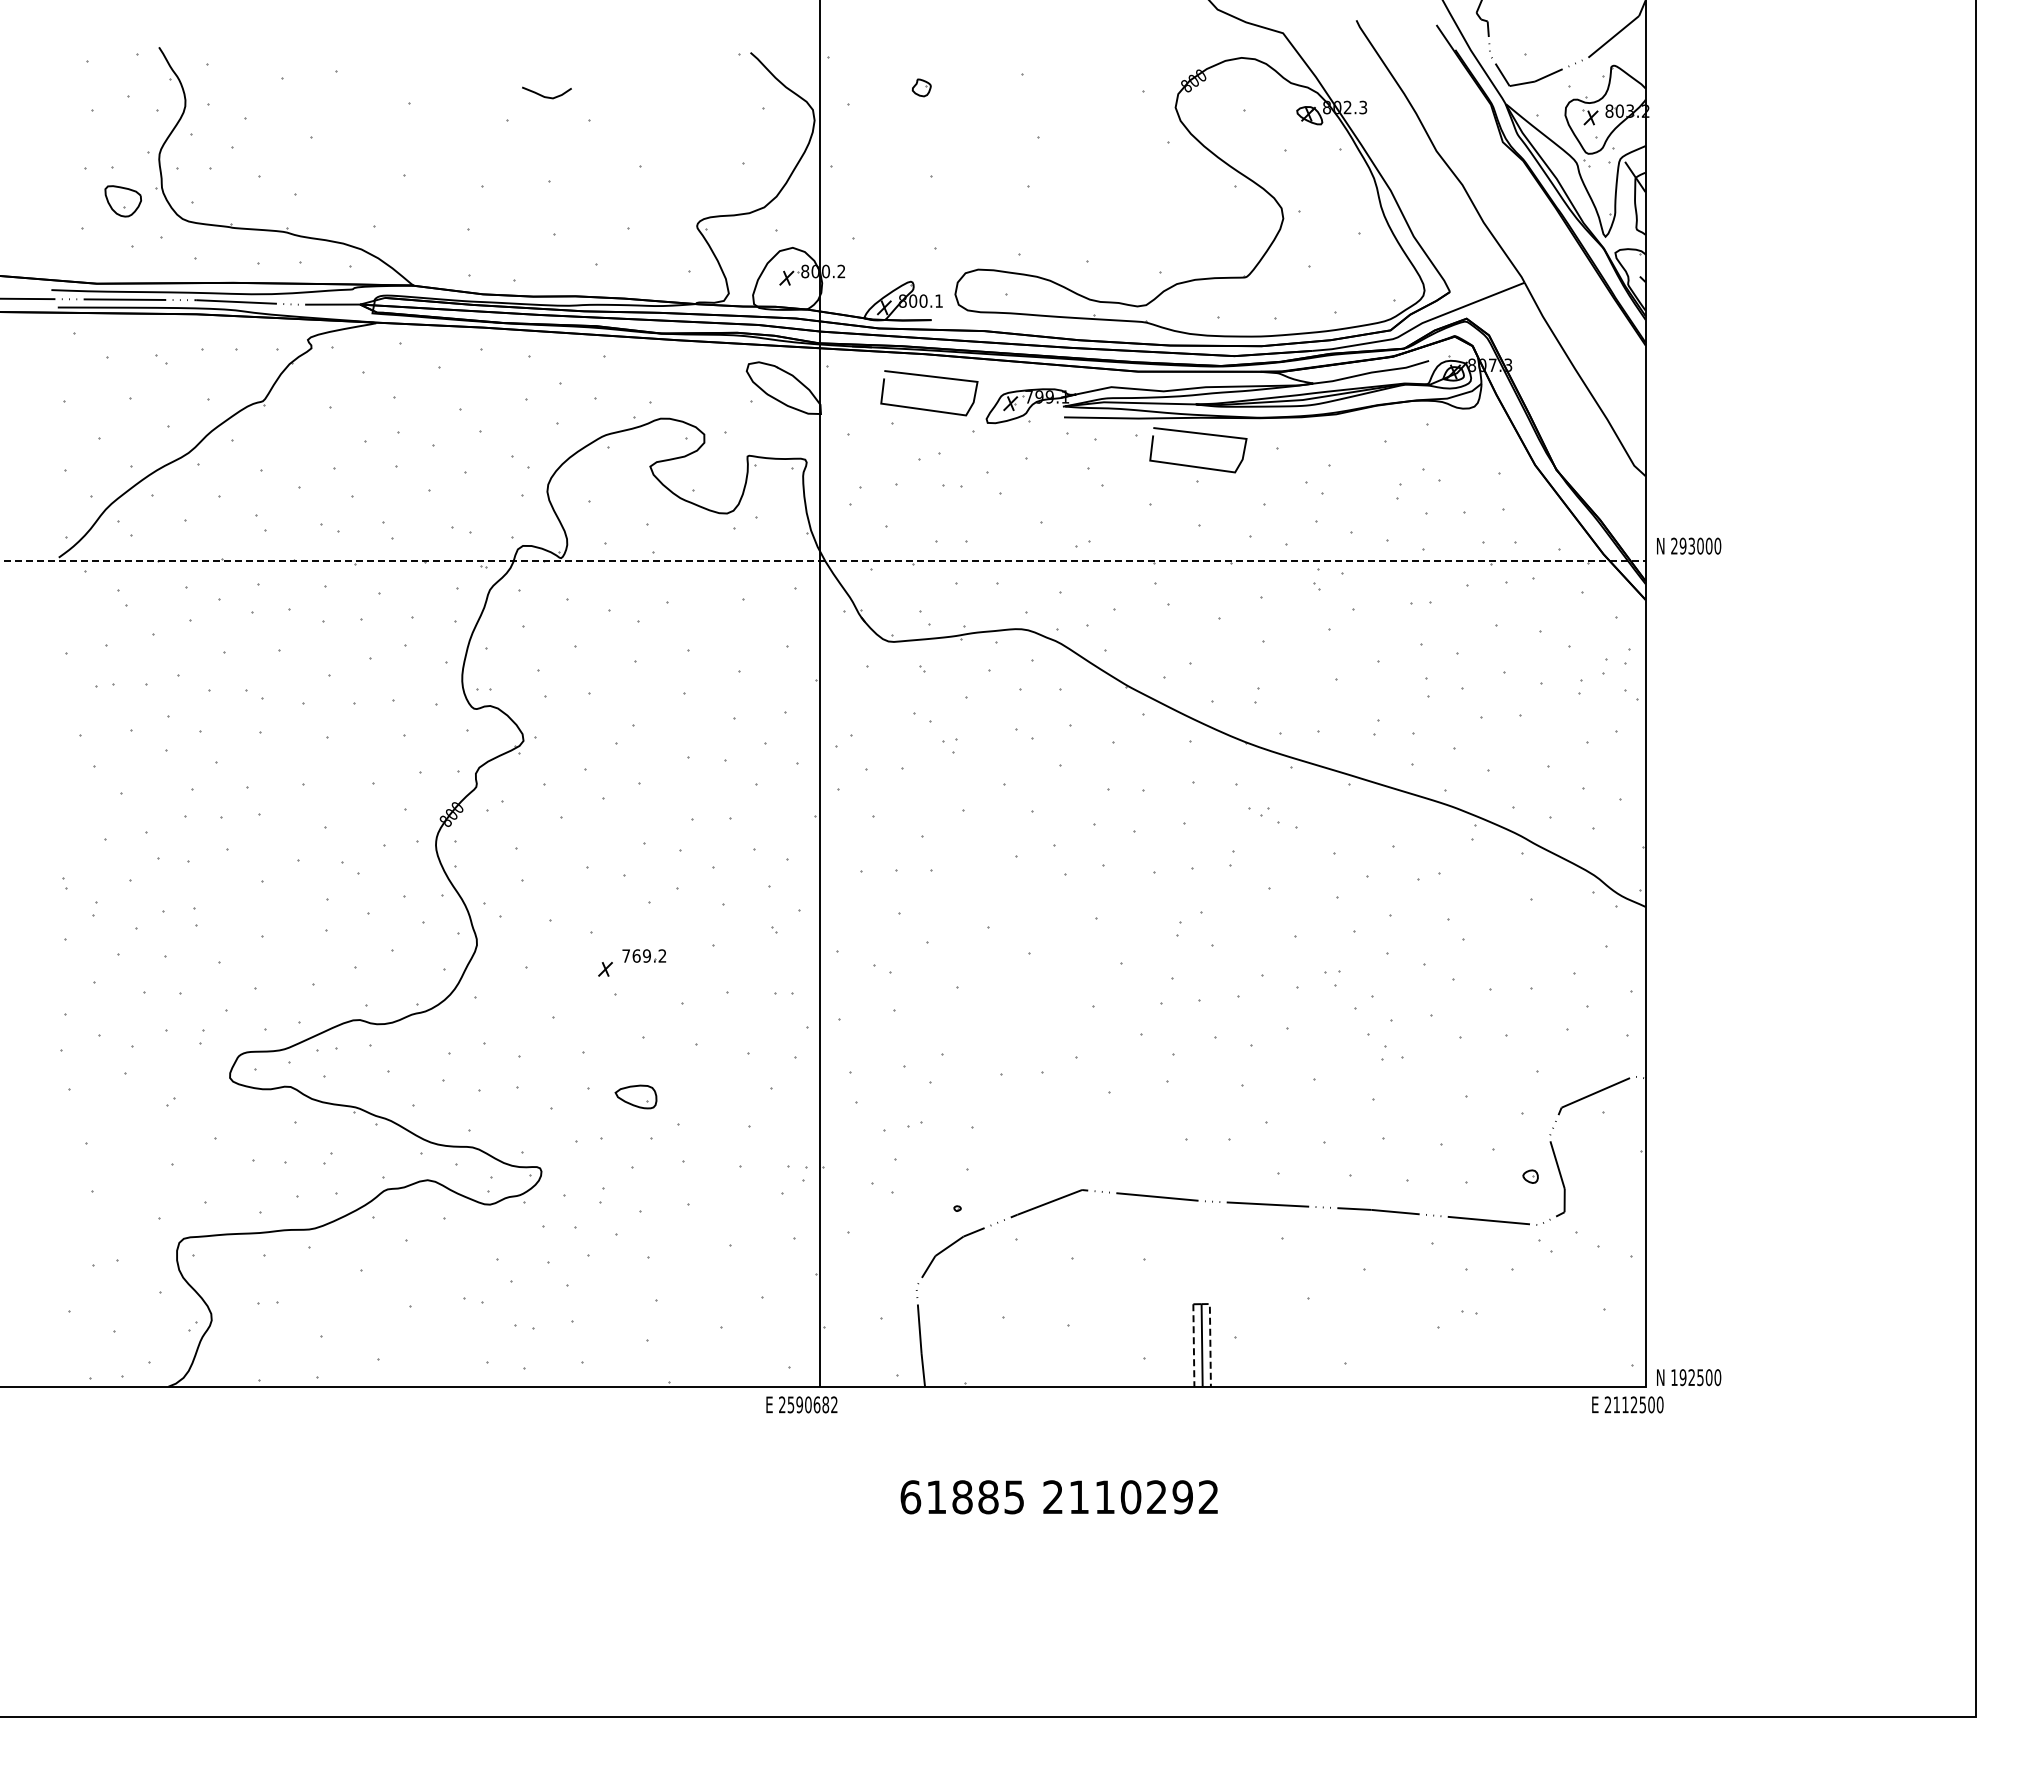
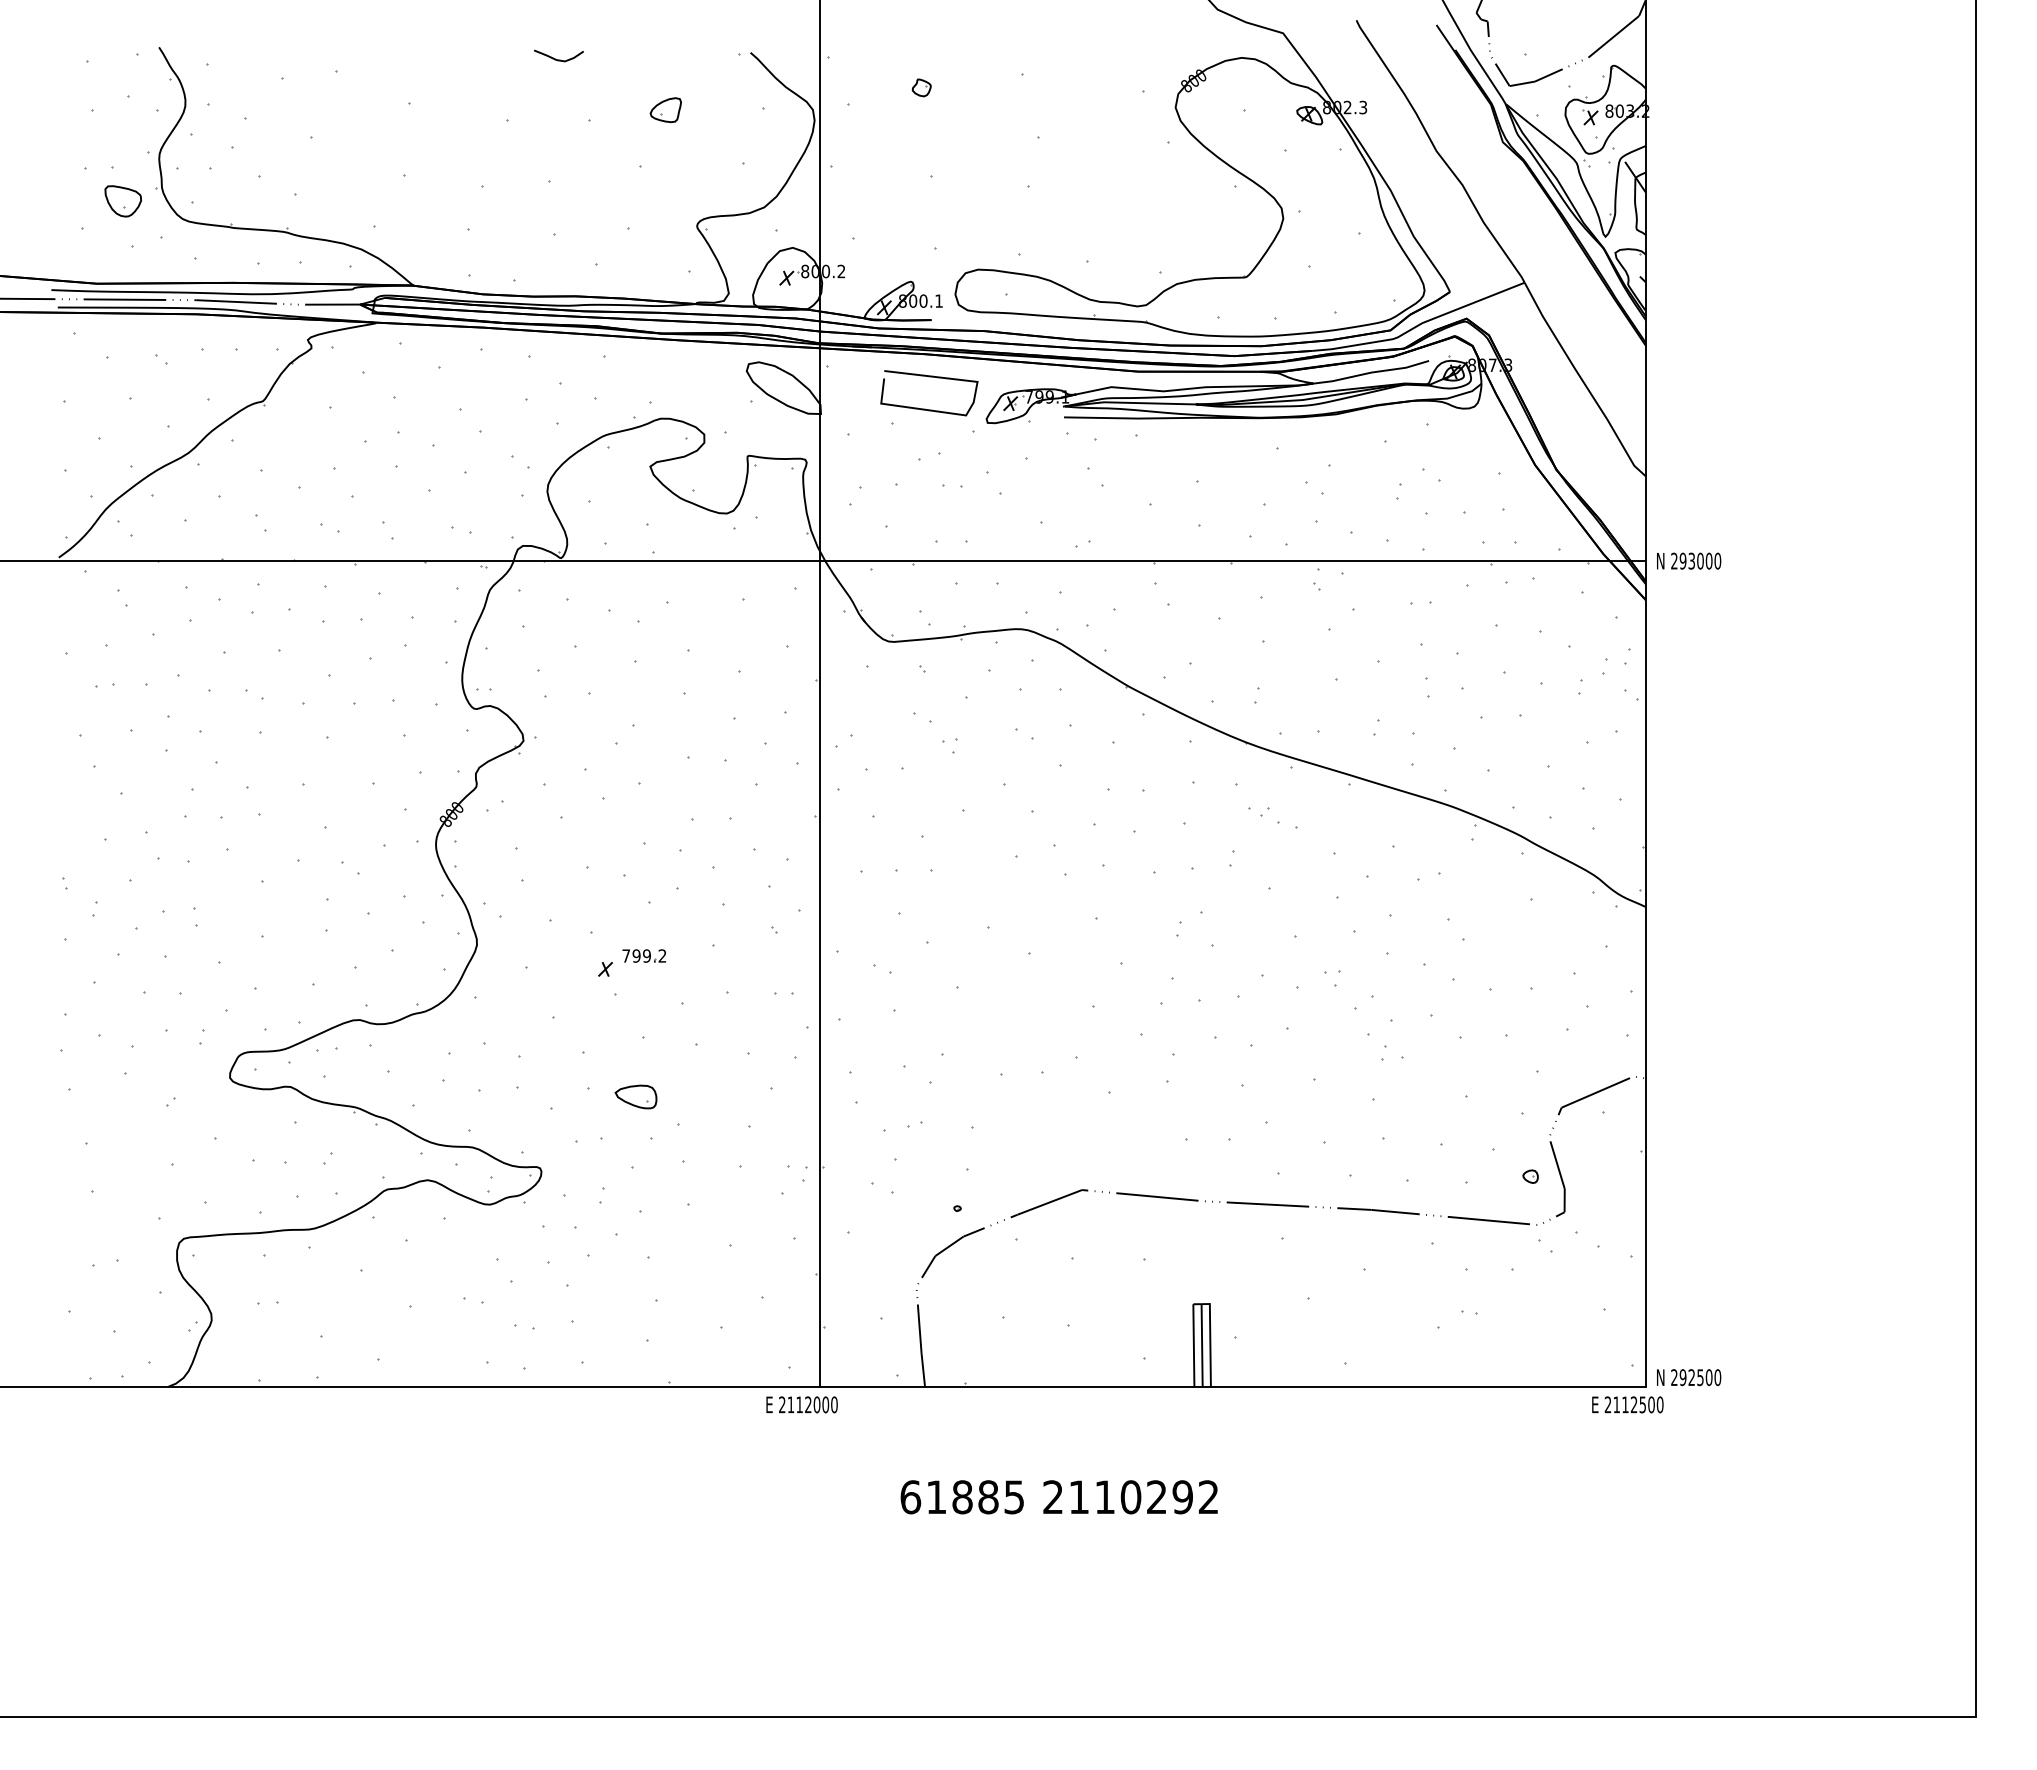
curve at (546, 96) position: (546, 96) -> (558, 59)
part at (665, 110): none -> present
curve at (1194, 465): present -> none
text at (1689, 545) position: (1689, 545) -> (1689, 560)
line at (823, 561): dashed -> solid
text at (636, 955): 769.2 -> 799.2
line at (1210, 1340): dashed -> solid
line at (1193, 1345): dashed -> solid
text at (1674, 1377): 192500 -> 292500
text at (812, 1404): 2590682 -> 2112000
